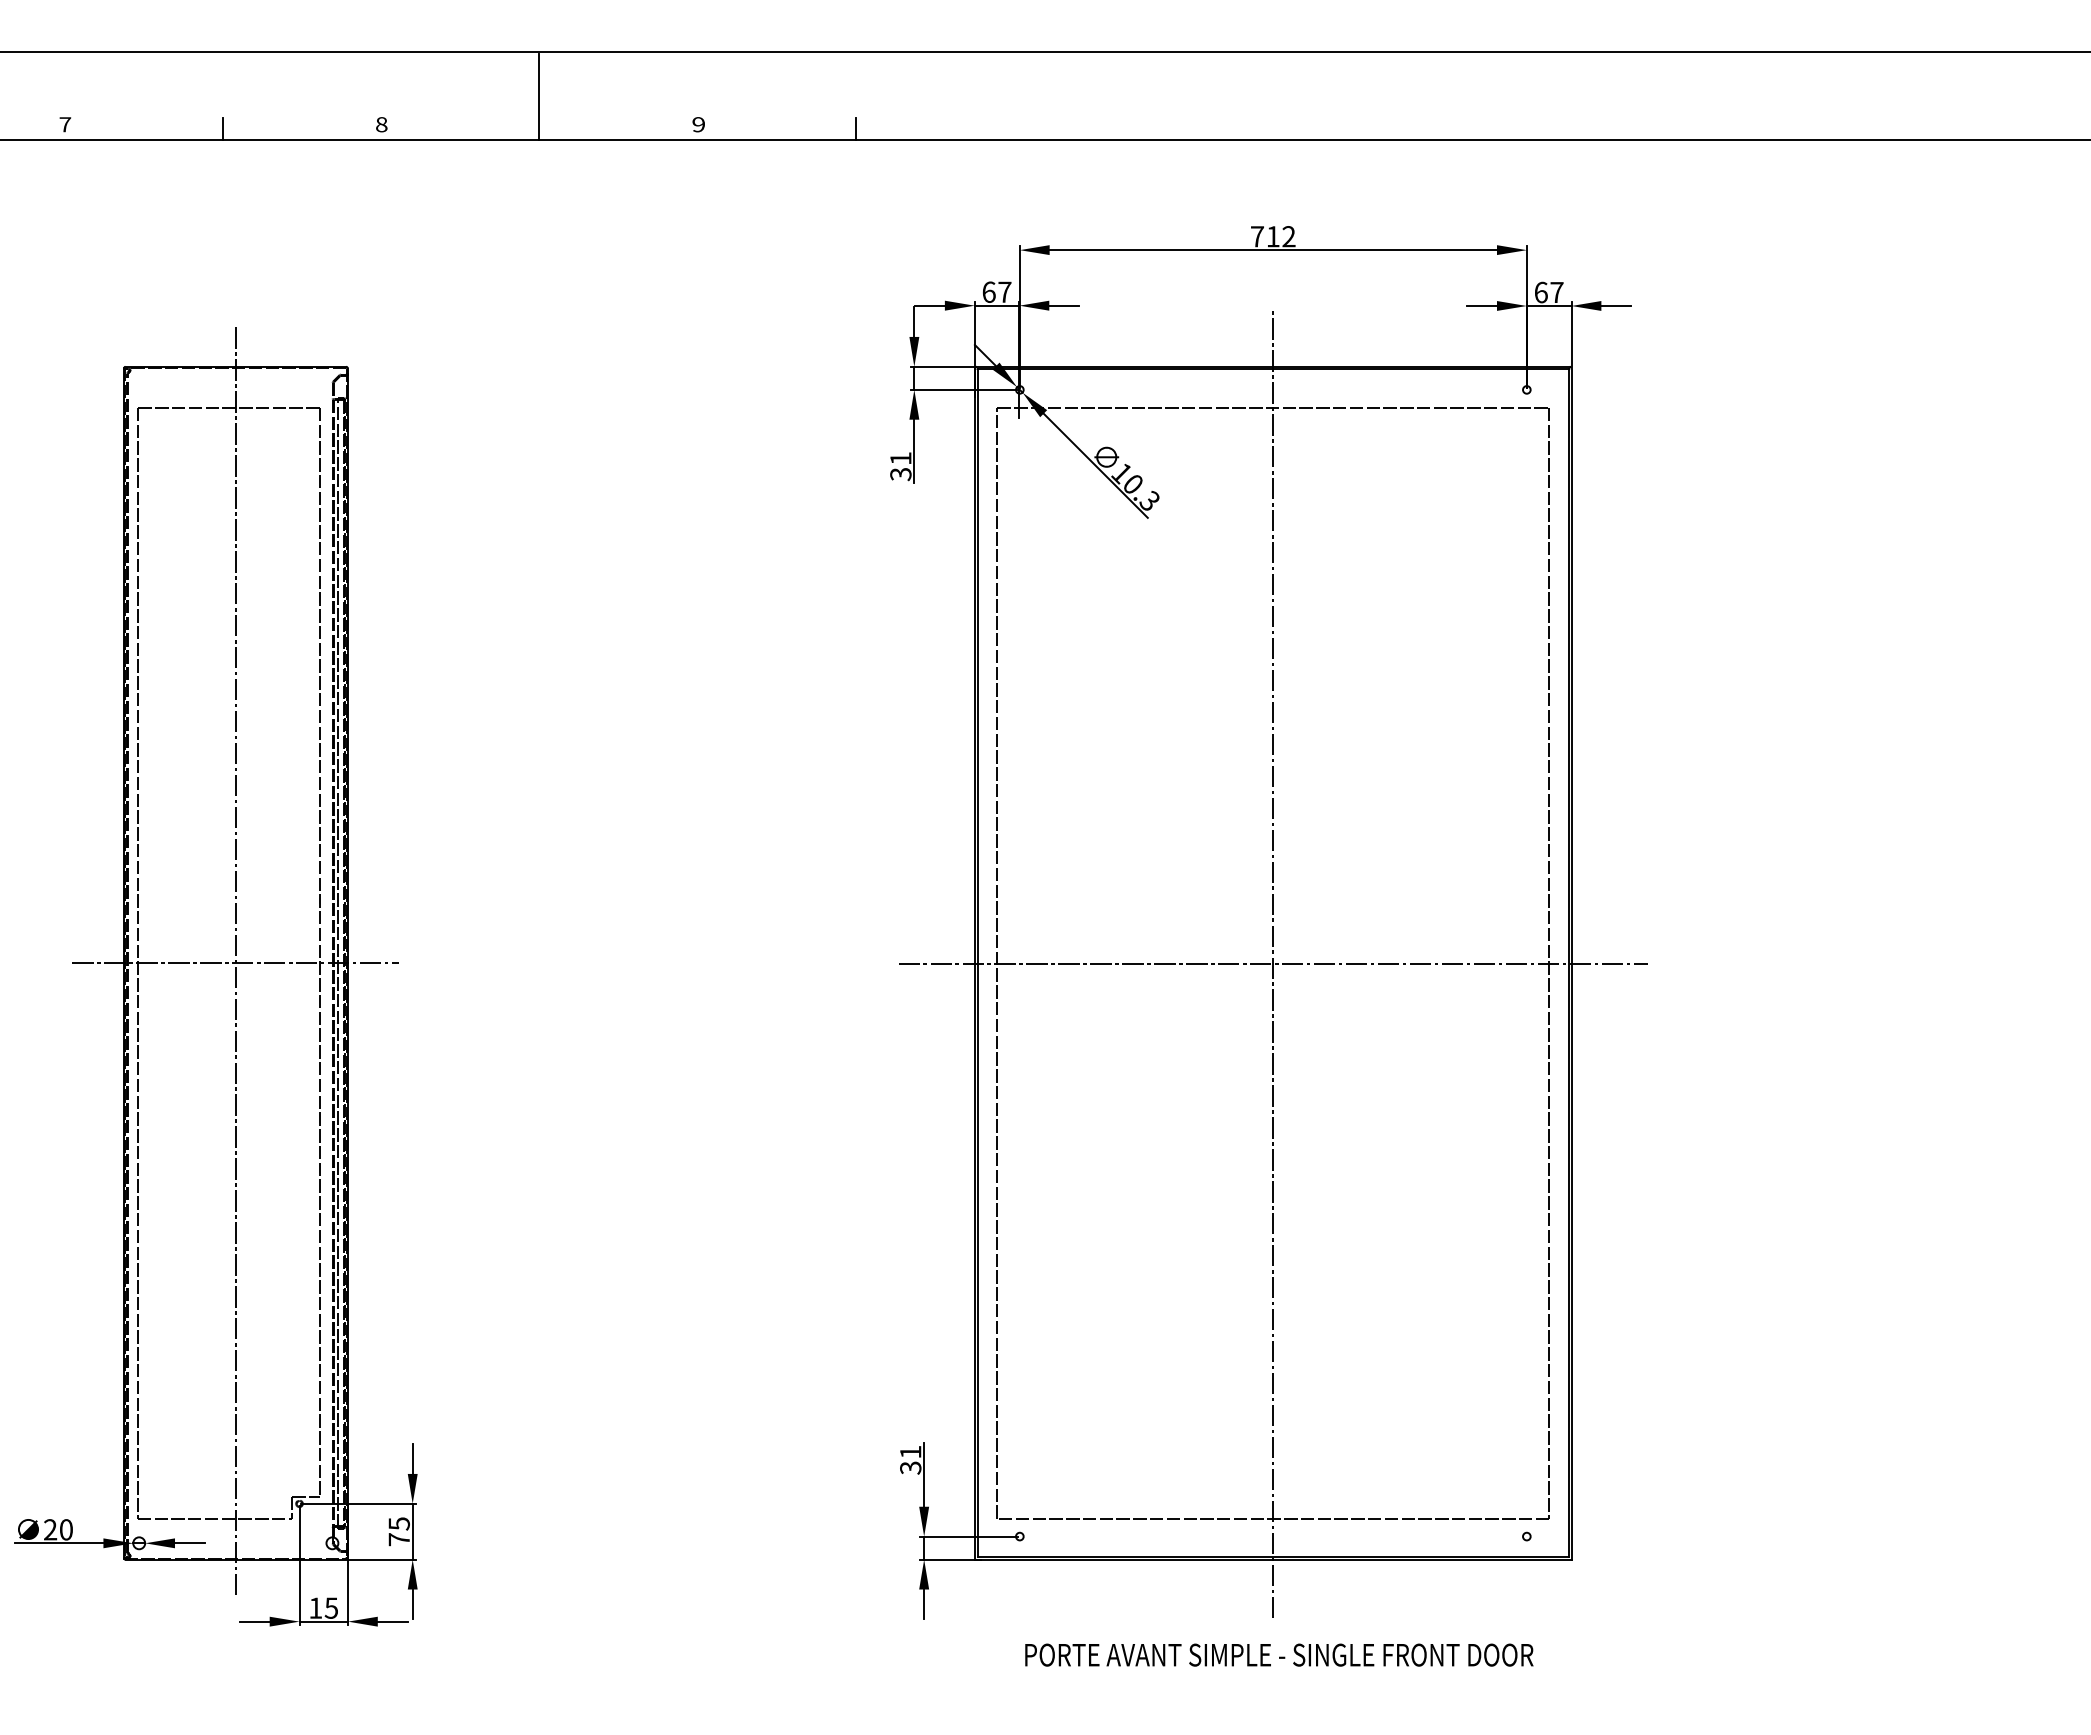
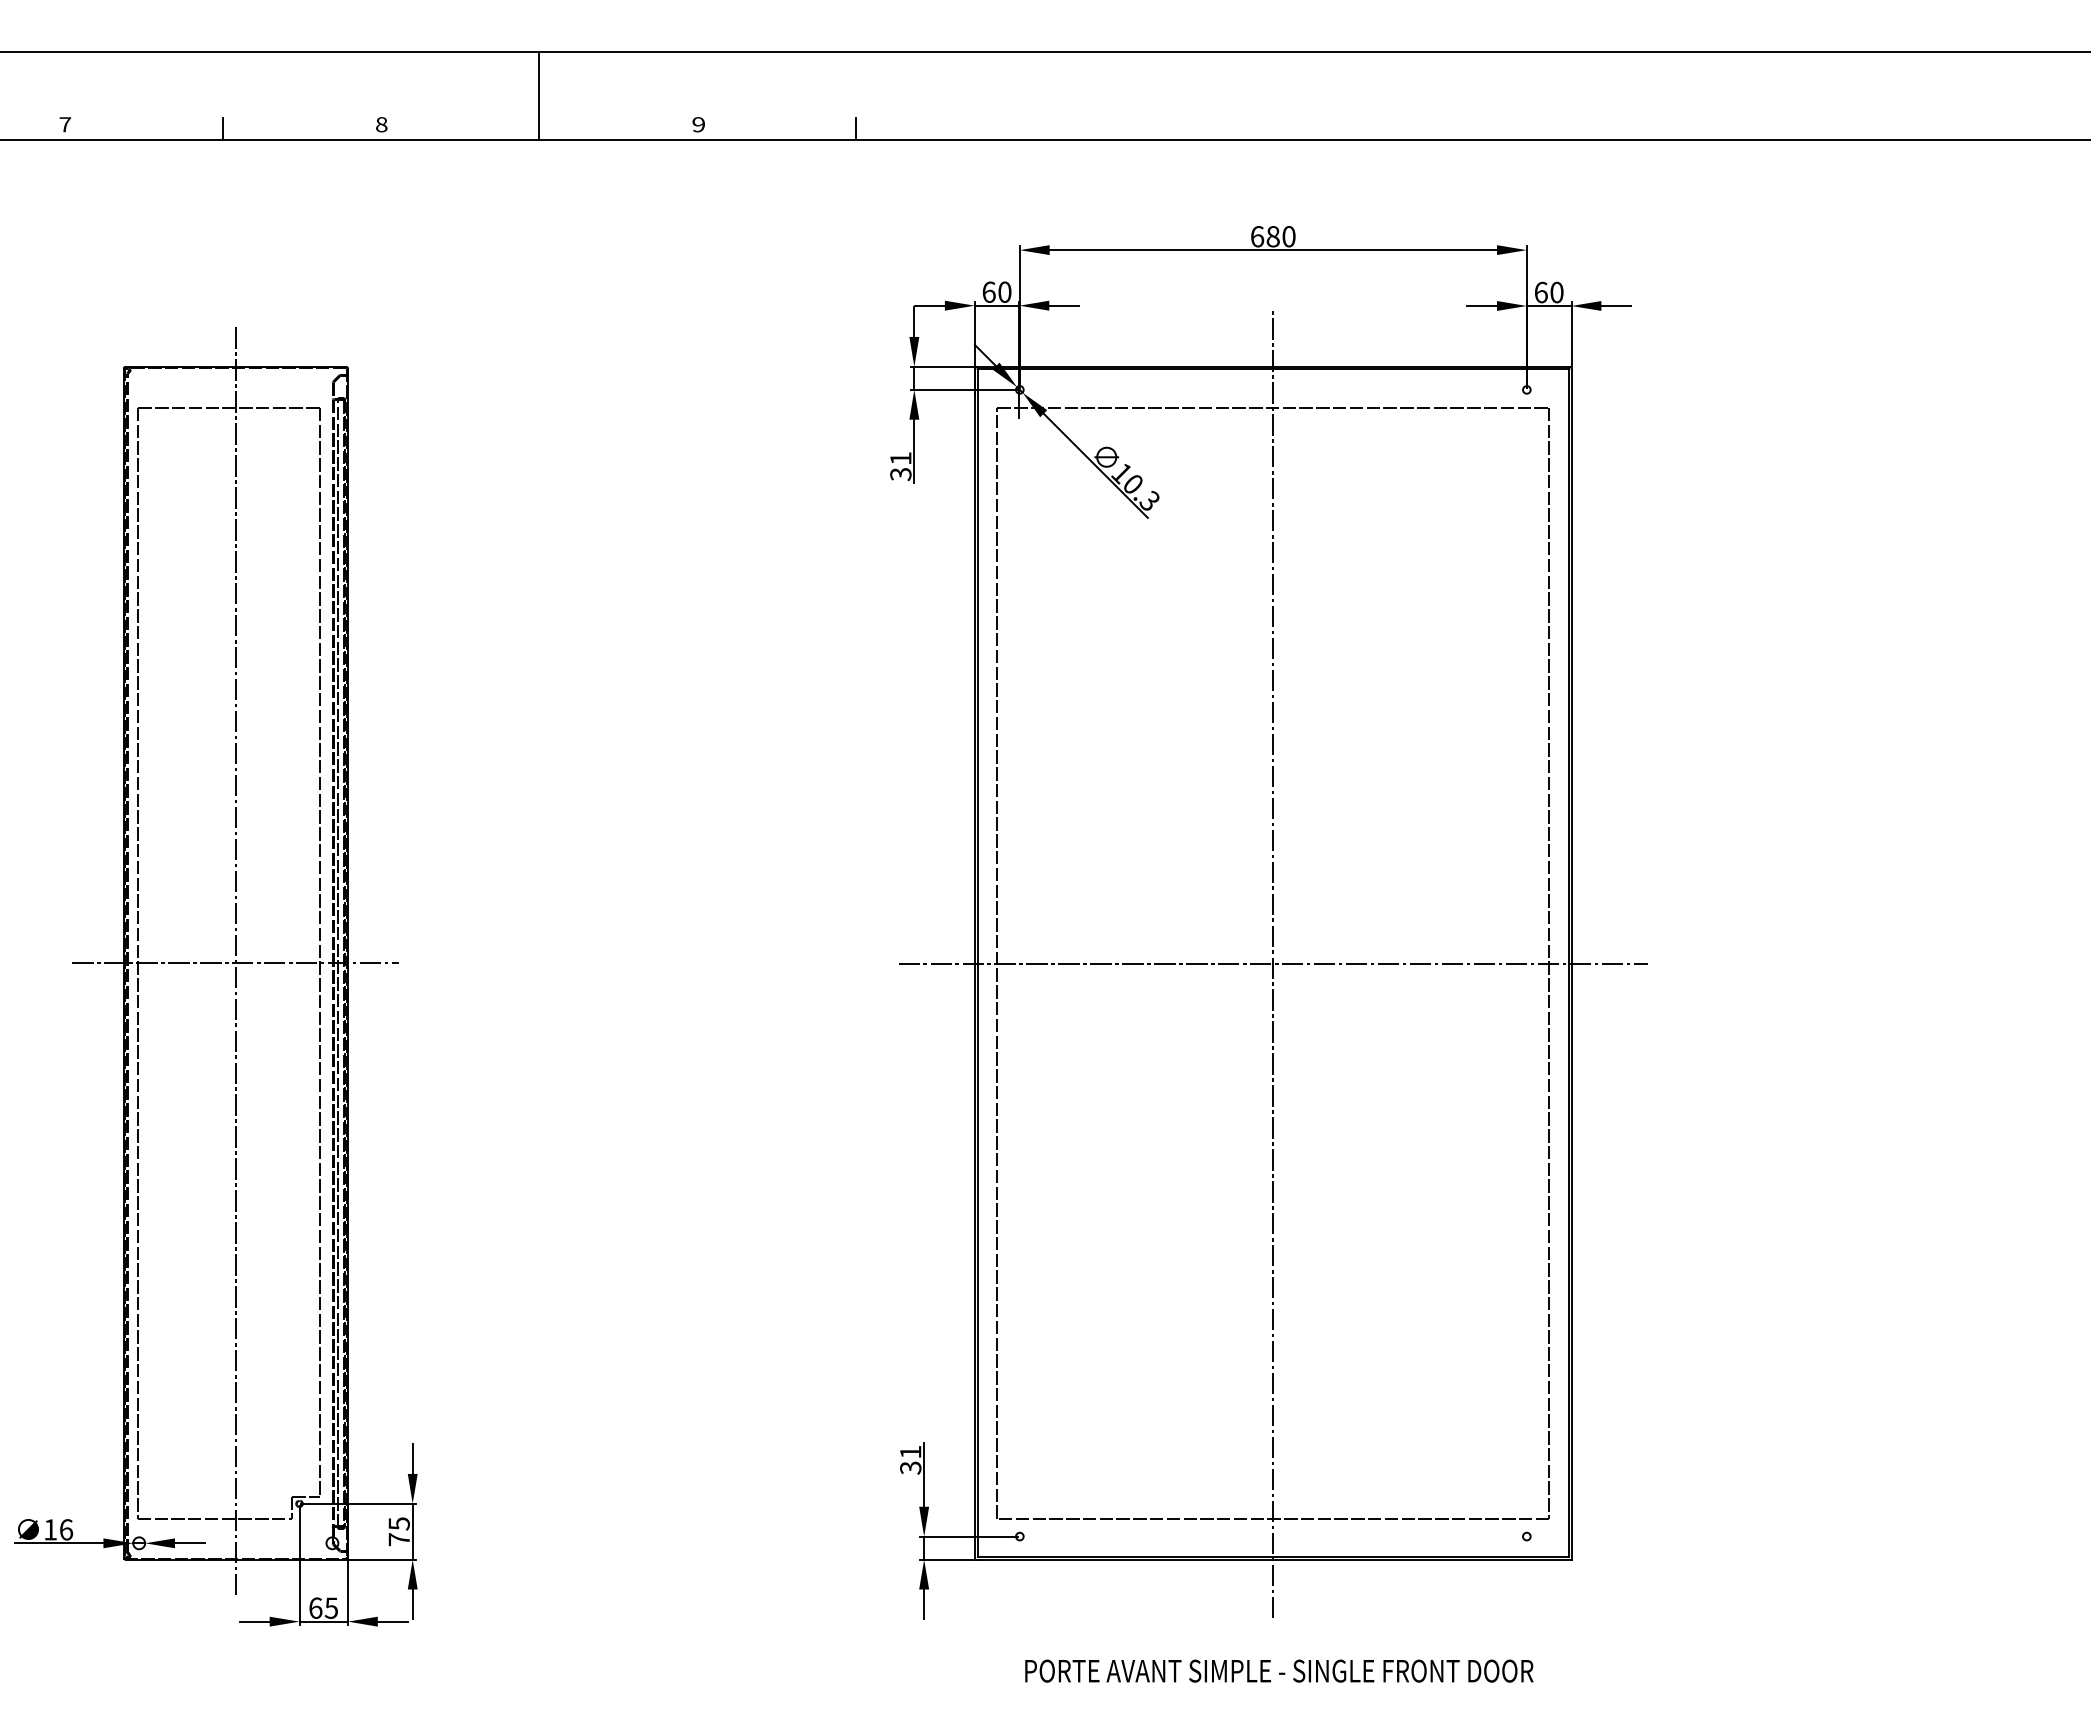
text at (1273, 236): 712 -> 680
text at (1004, 291): 67 -> 60
text at (1556, 292): 67 -> 60
text at (58, 1529): 20 -> 16
text at (315, 1607): 15 -> 65
text at (1279, 1654) position: (1279, 1654) -> (1279, 1670)
